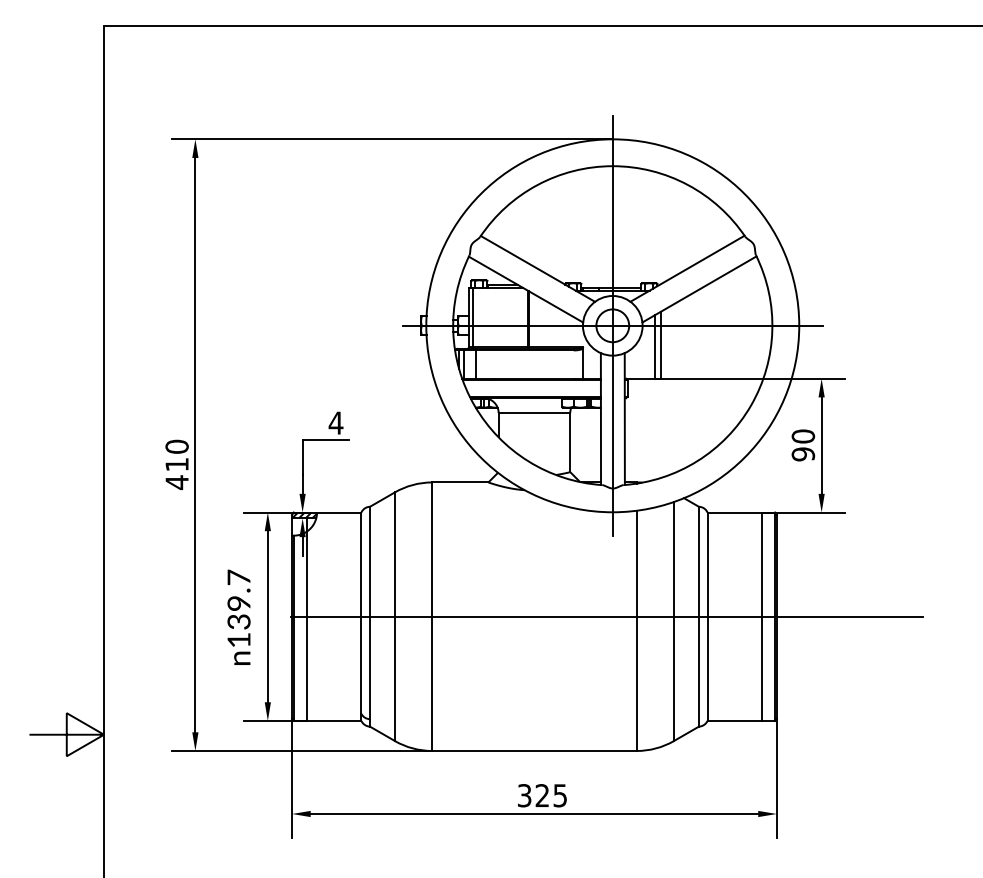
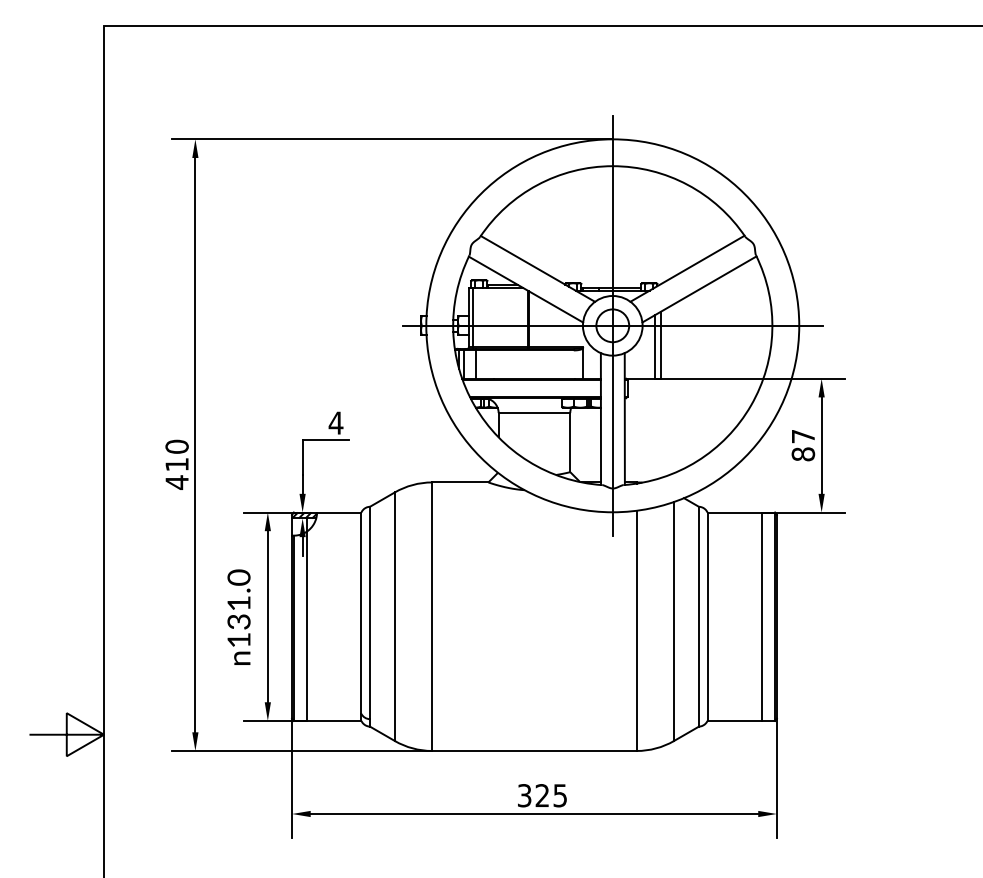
text at (803, 445): 90 -> 87
text at (238, 589): 139.7 -> 131.0
line at (607, 616): present -> none
